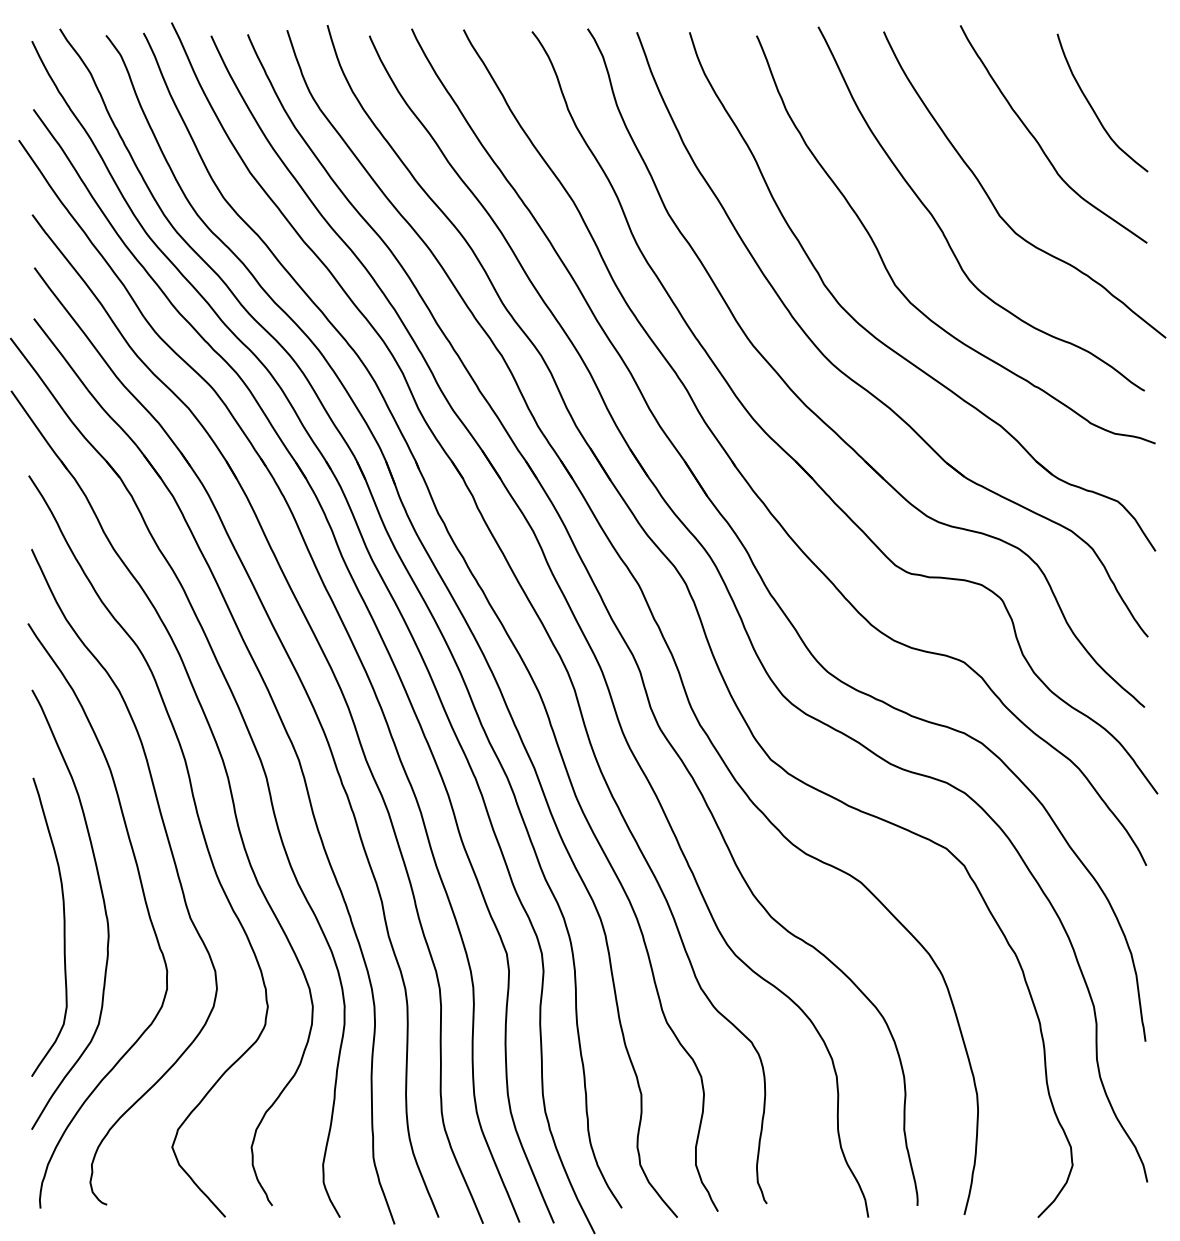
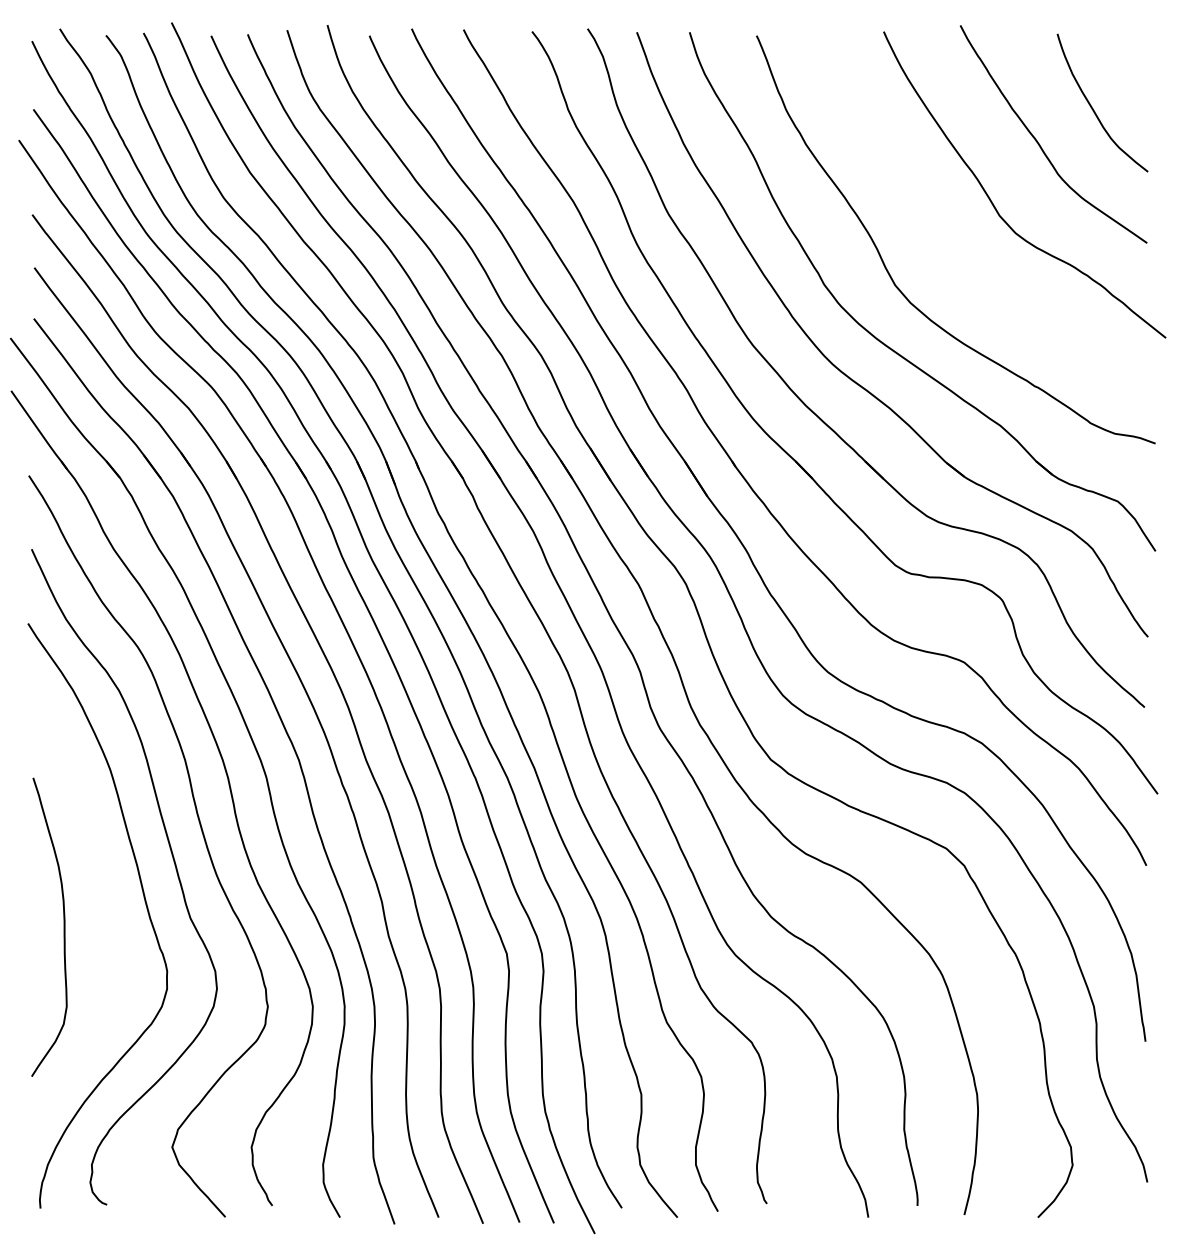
curve at (943, 231): present -> none
curve at (103, 905): present -> none
